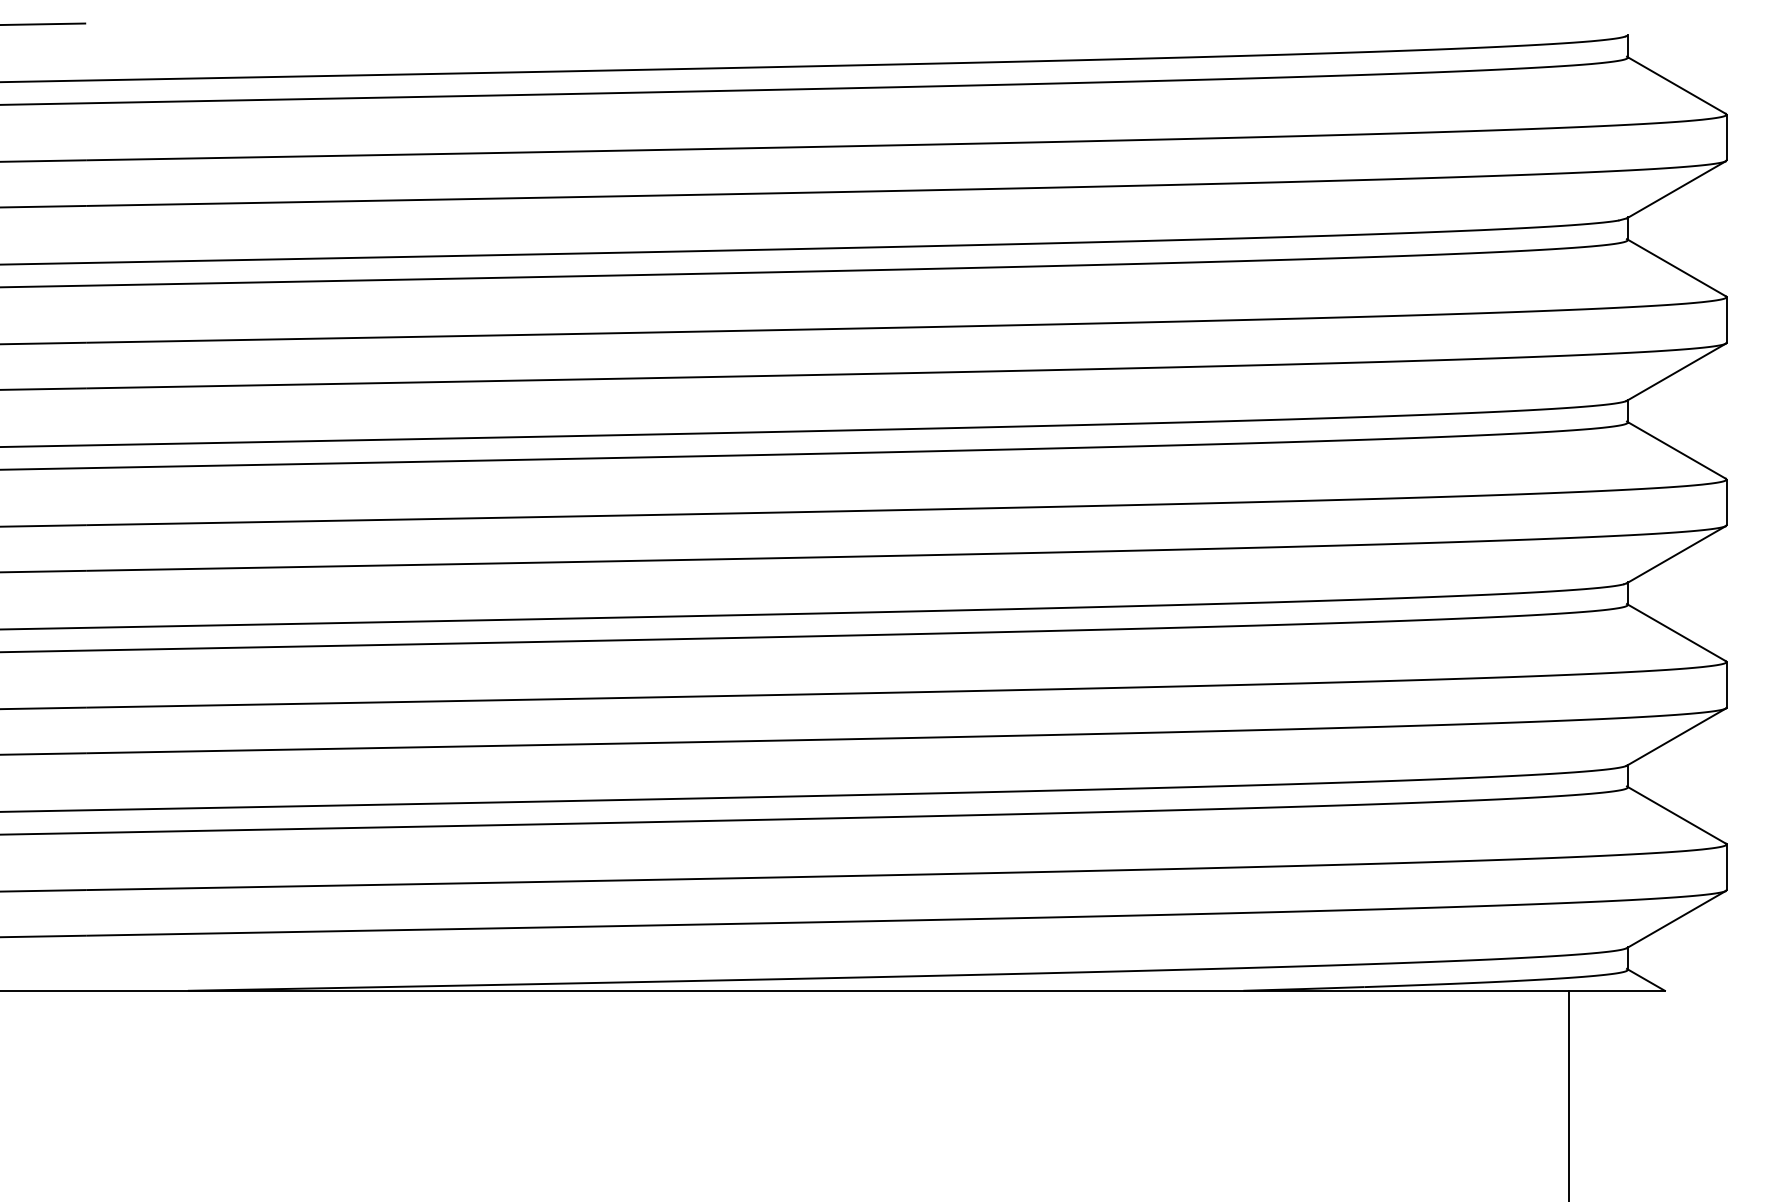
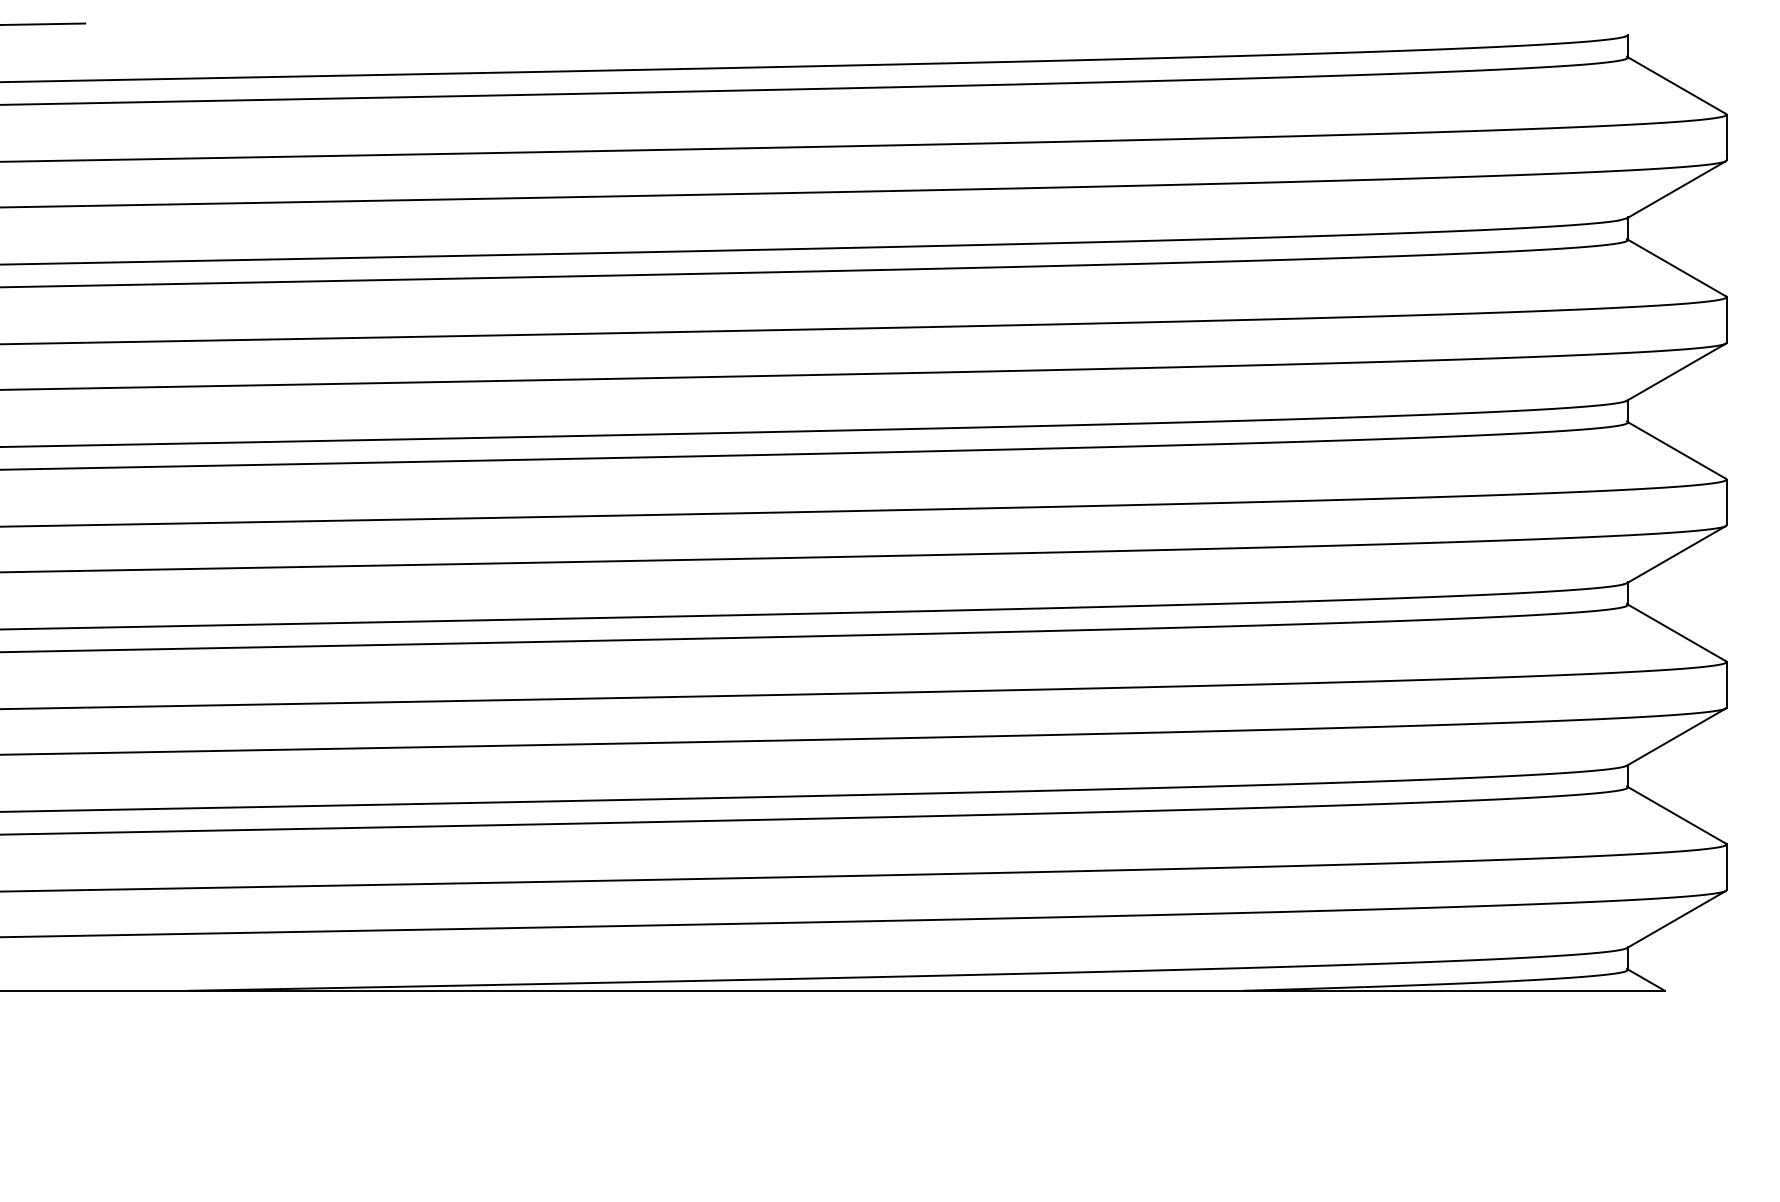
line at (1569, 1094): present -> none
